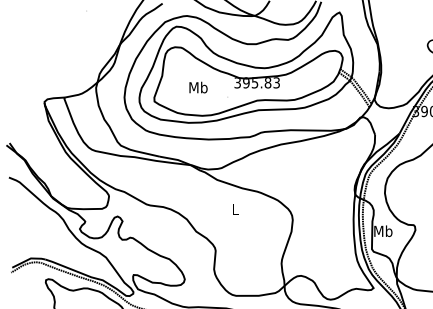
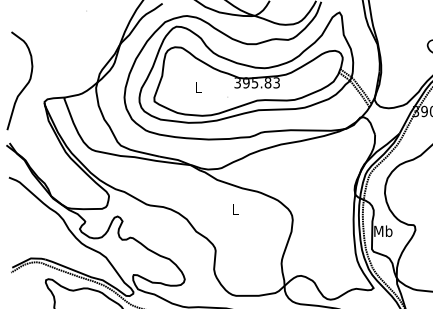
curve at (25, 84): none -> present
text at (198, 87): Mb -> L
